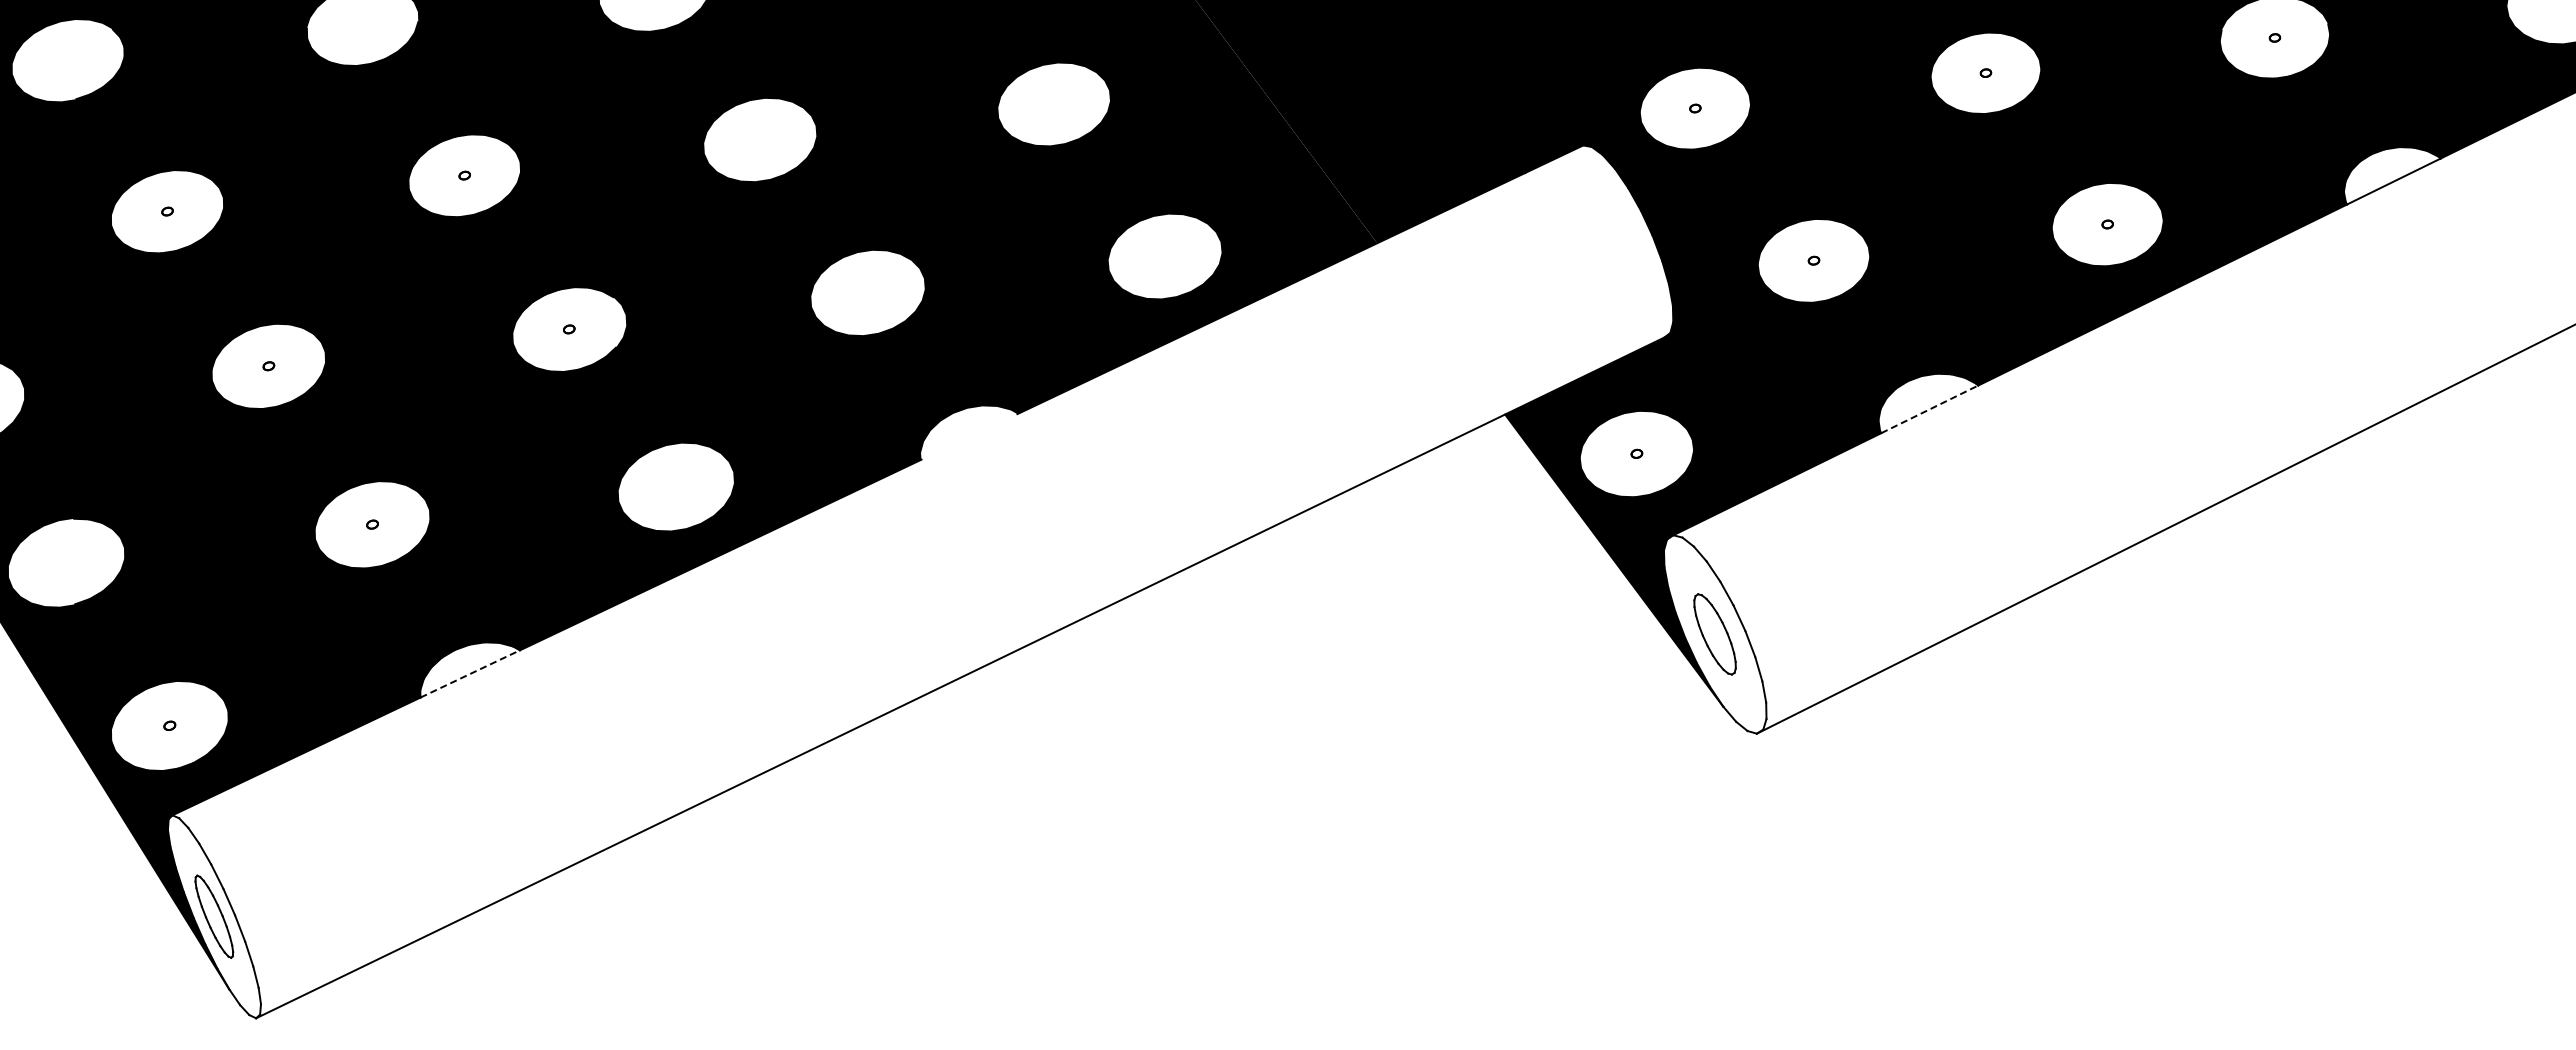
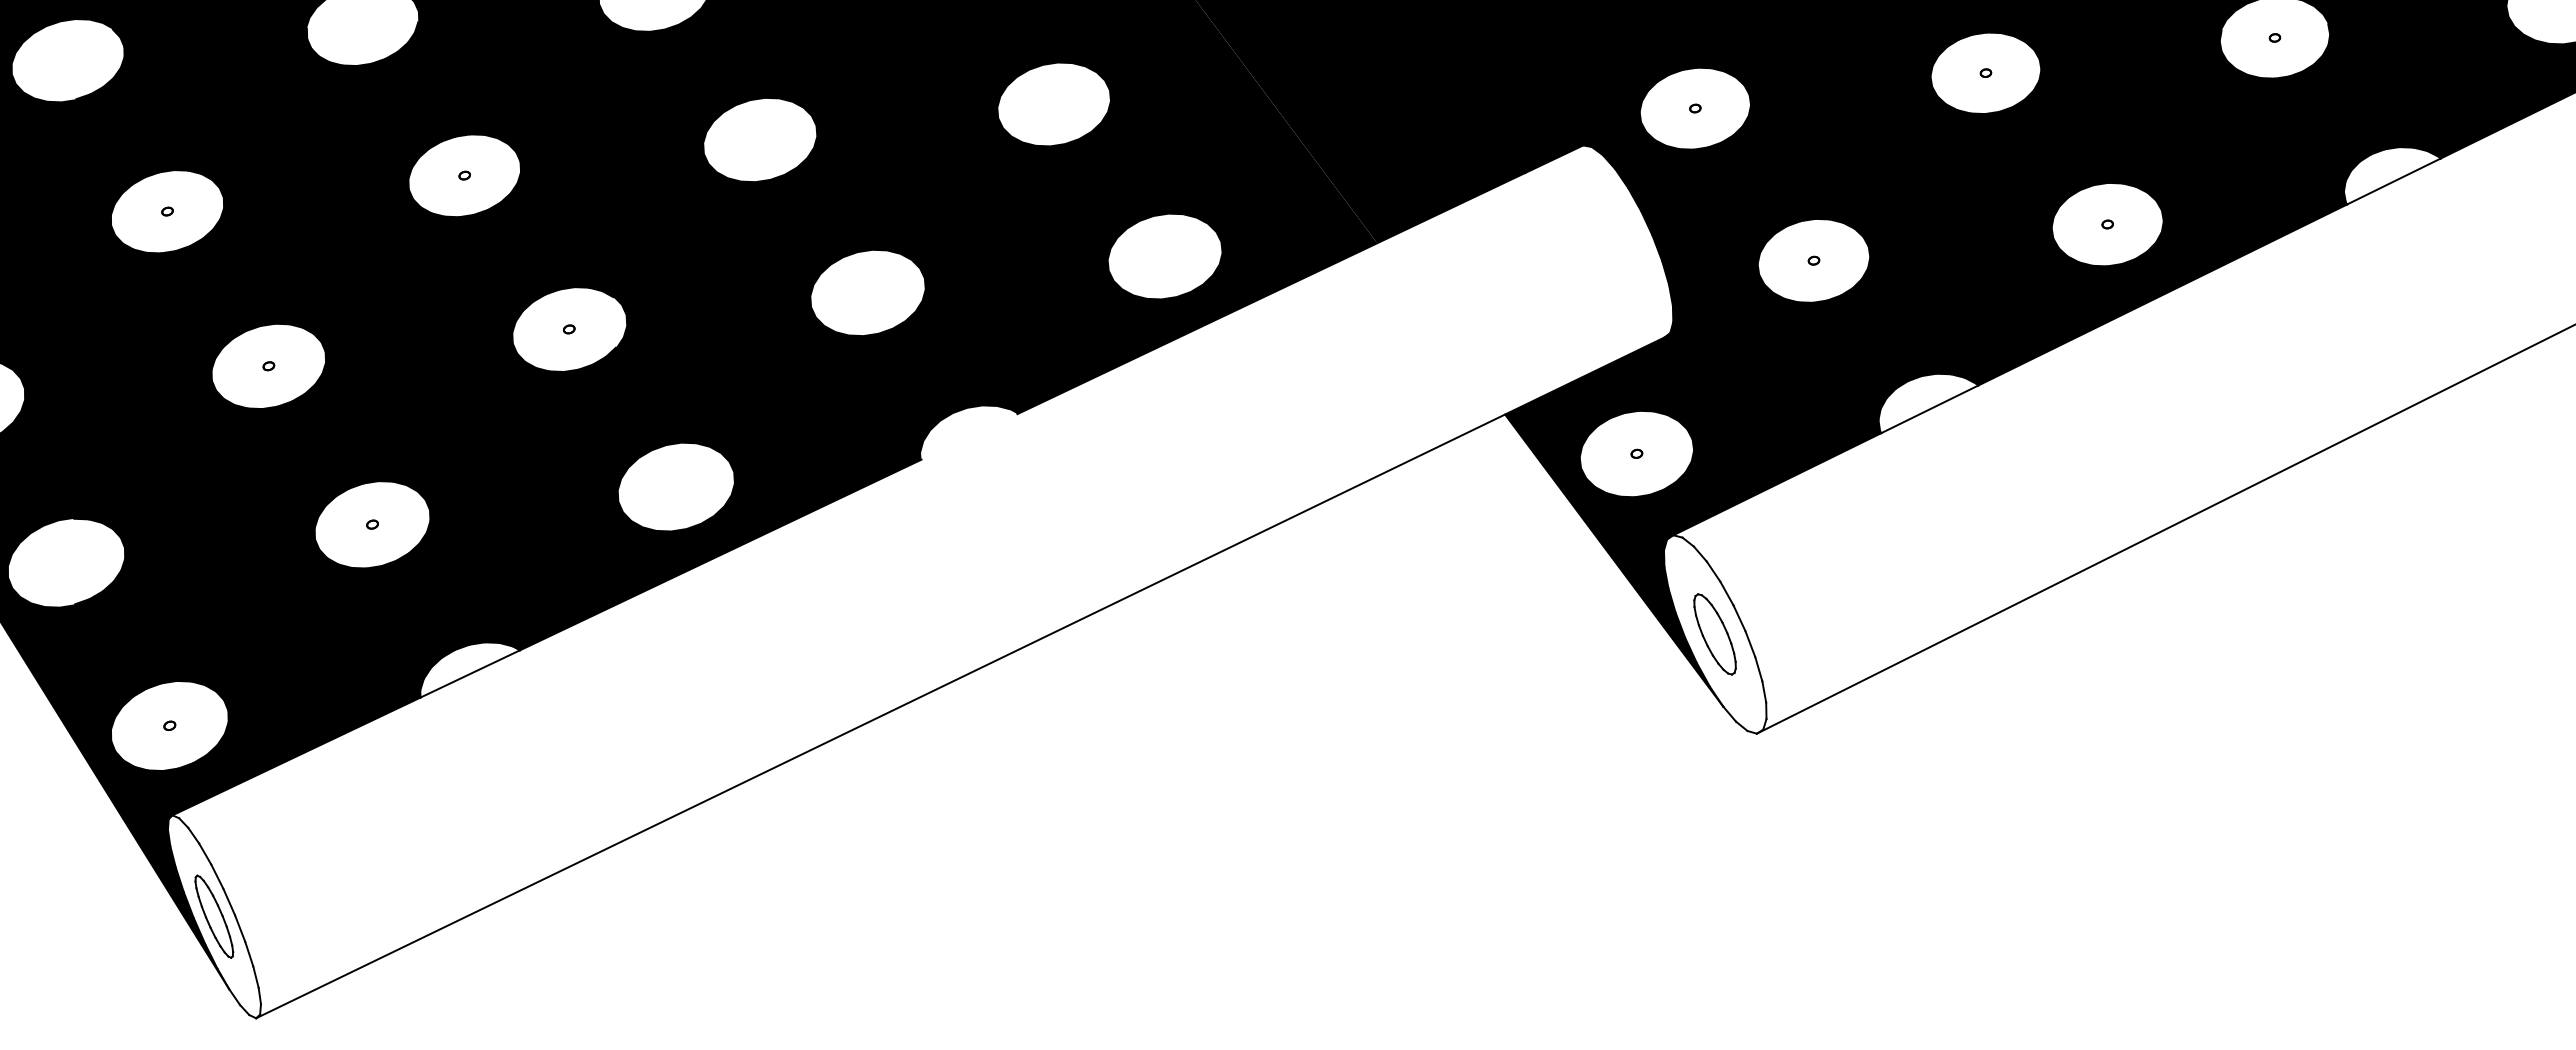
line at (1930, 409): dashed -> solid
line at (470, 673): dashed -> solid
